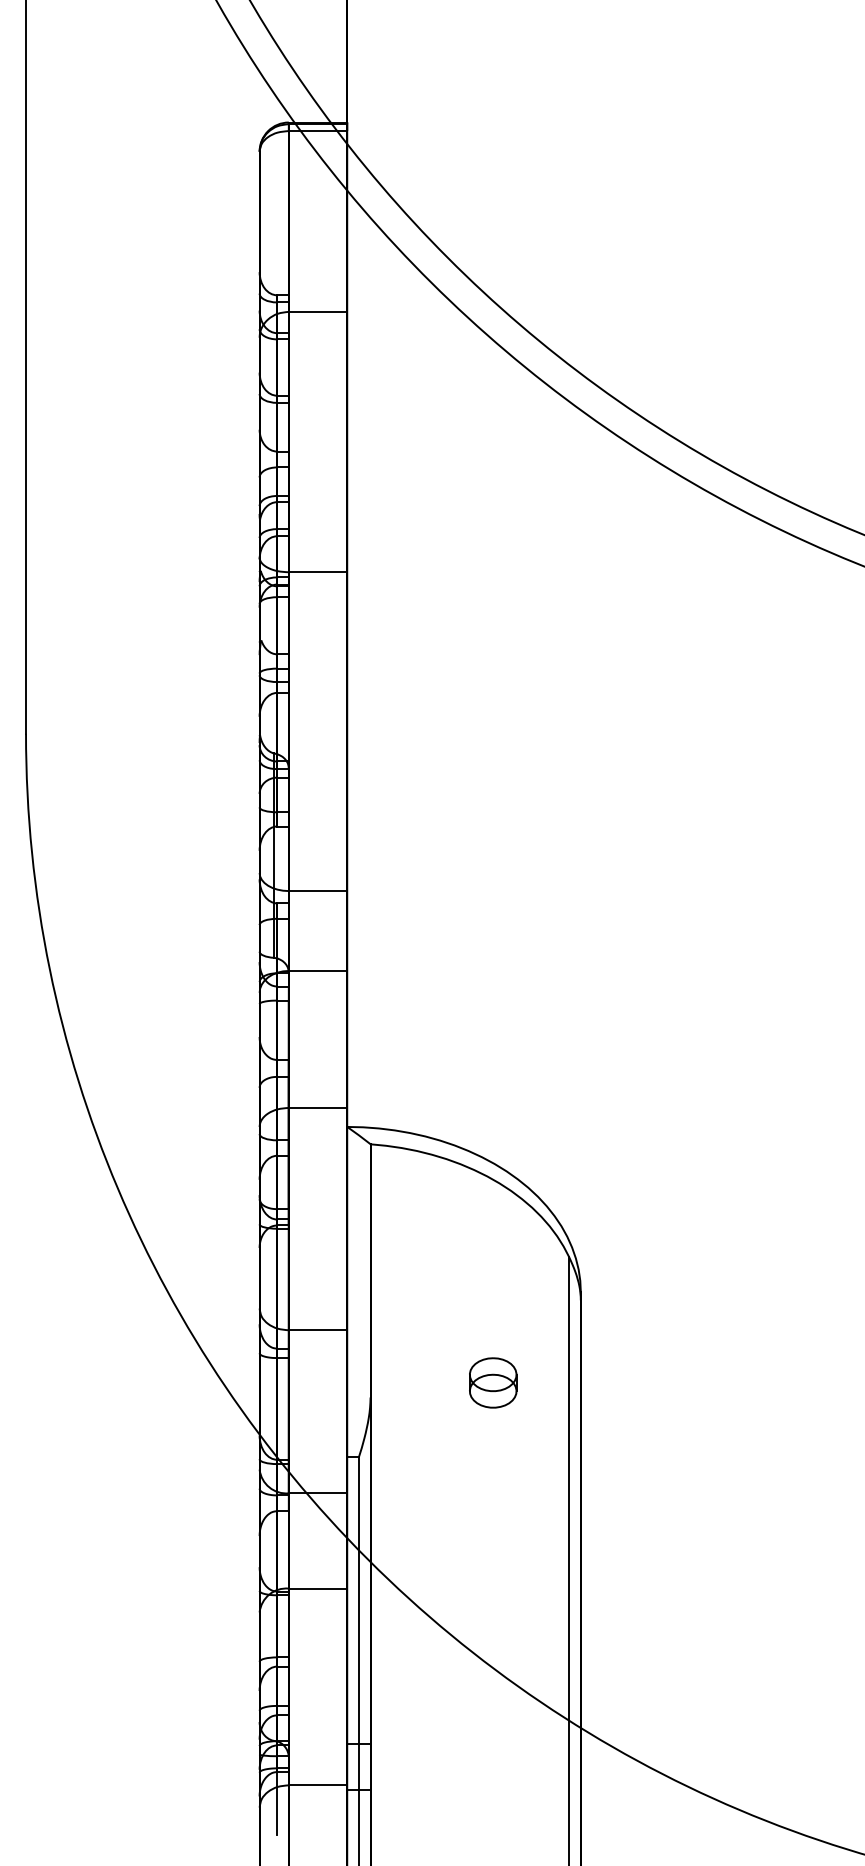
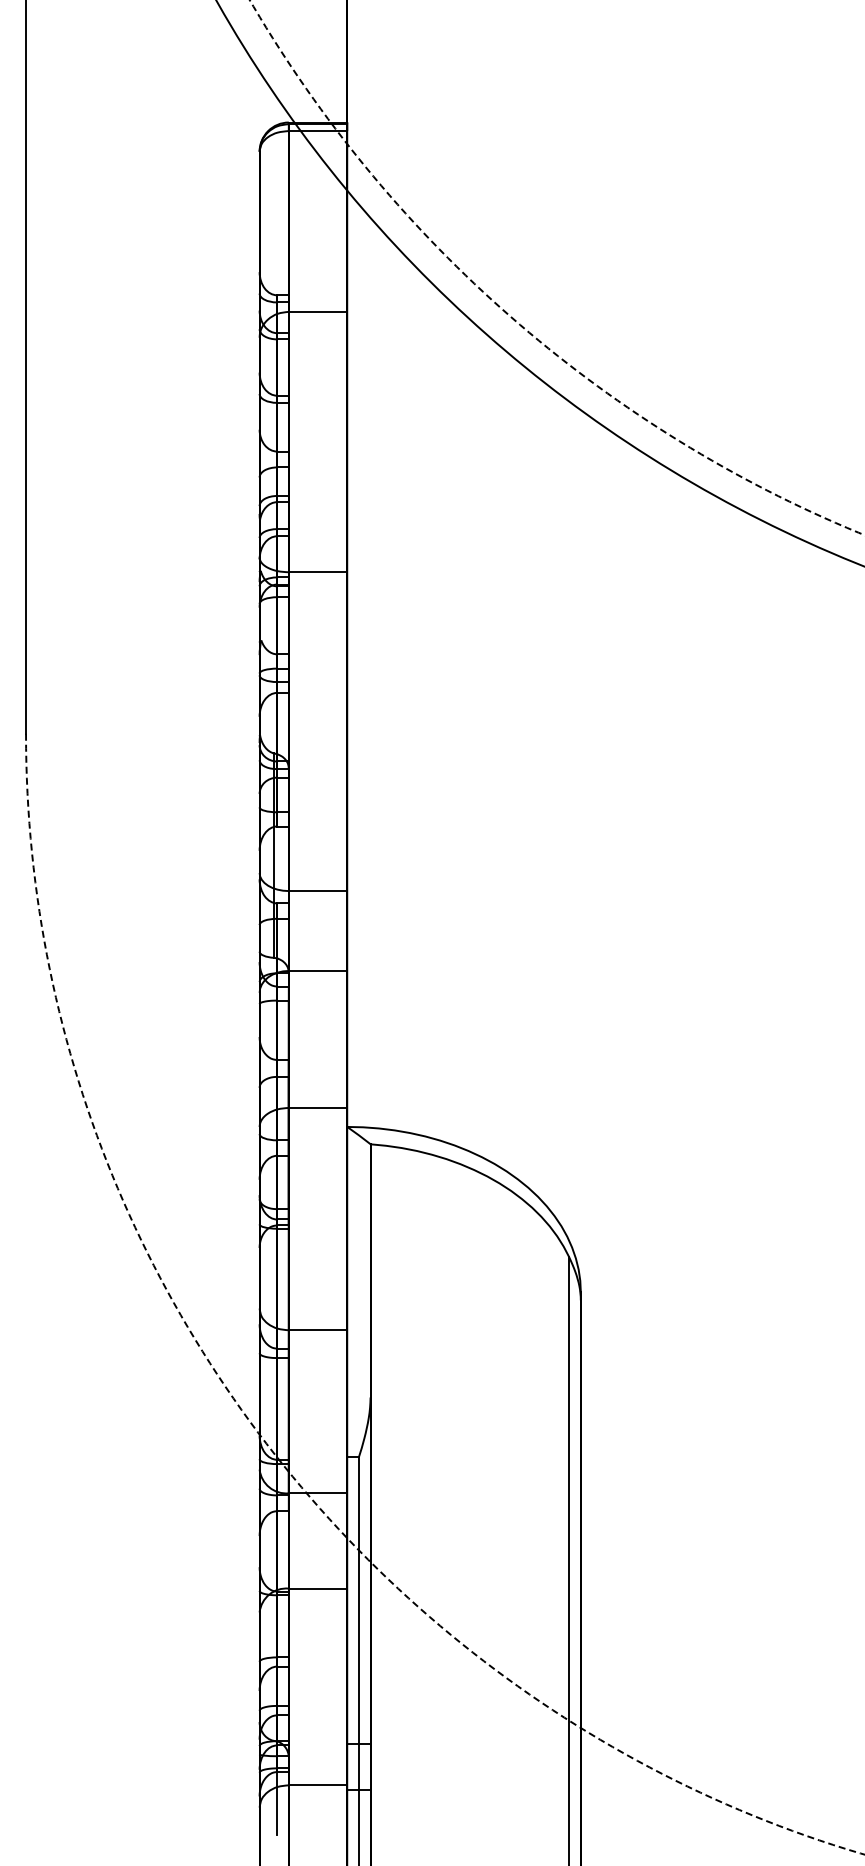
arc at (512, 318): solid -> dashed
part at (493, 1382): present -> none
arc at (261, 1436): solid -> dashed
